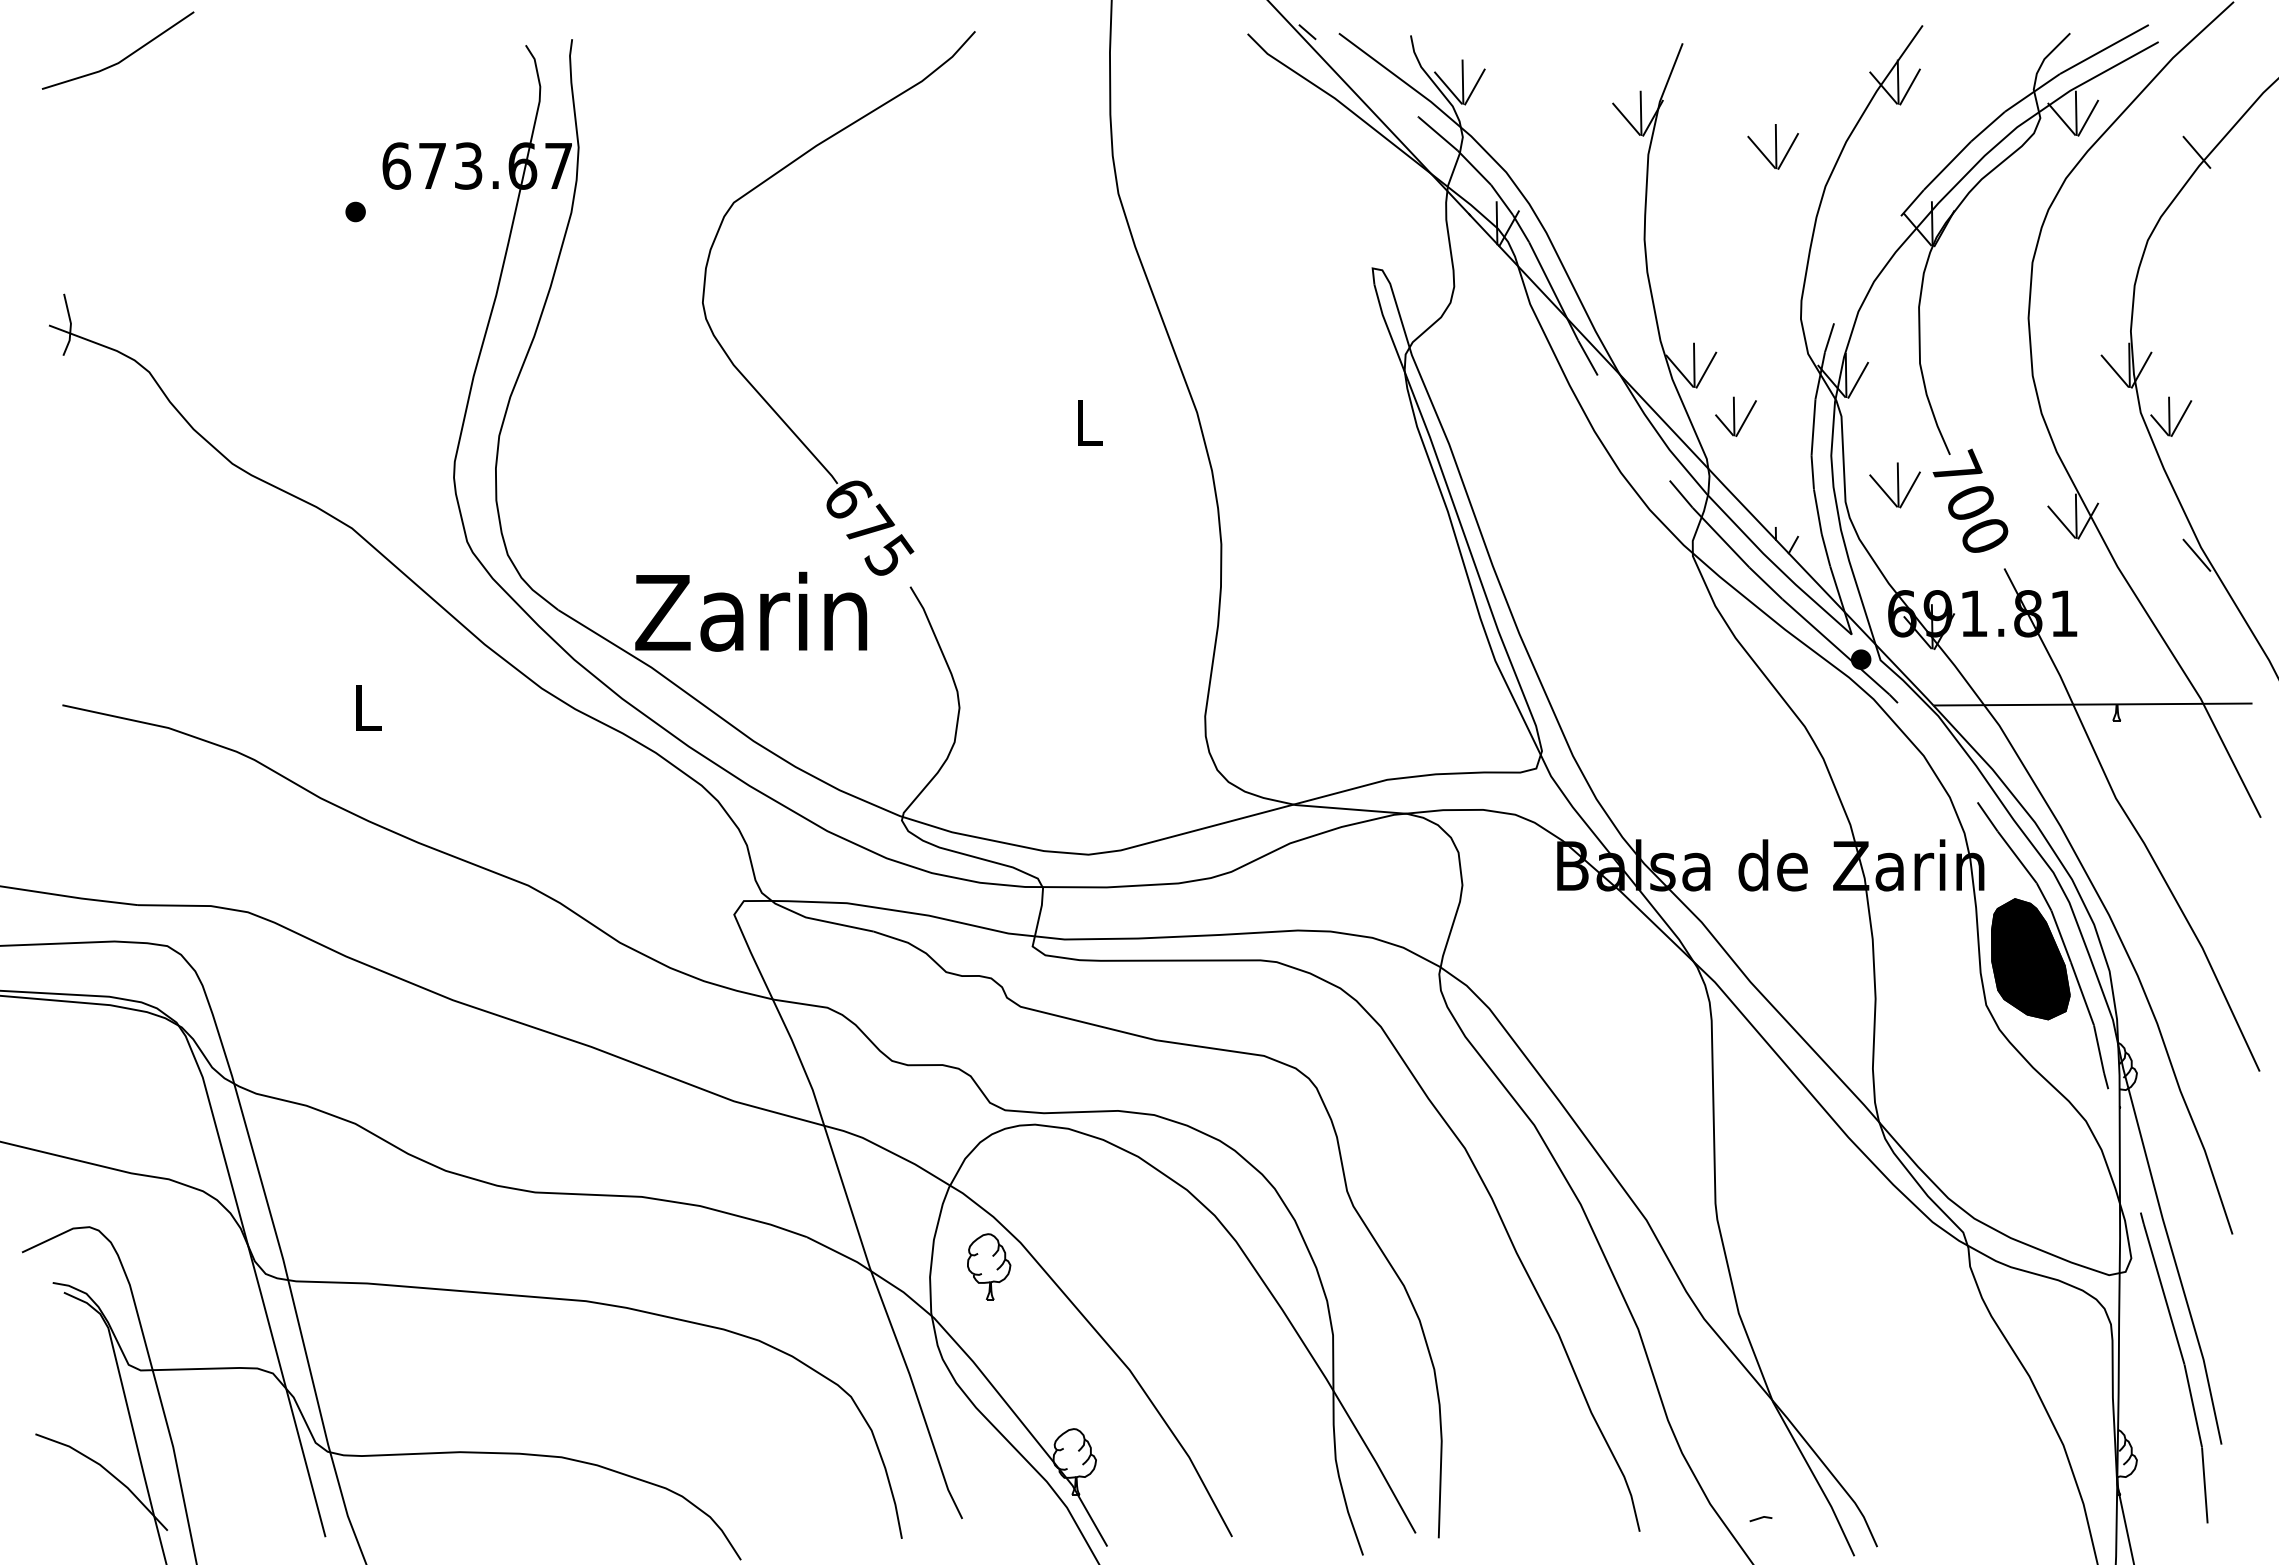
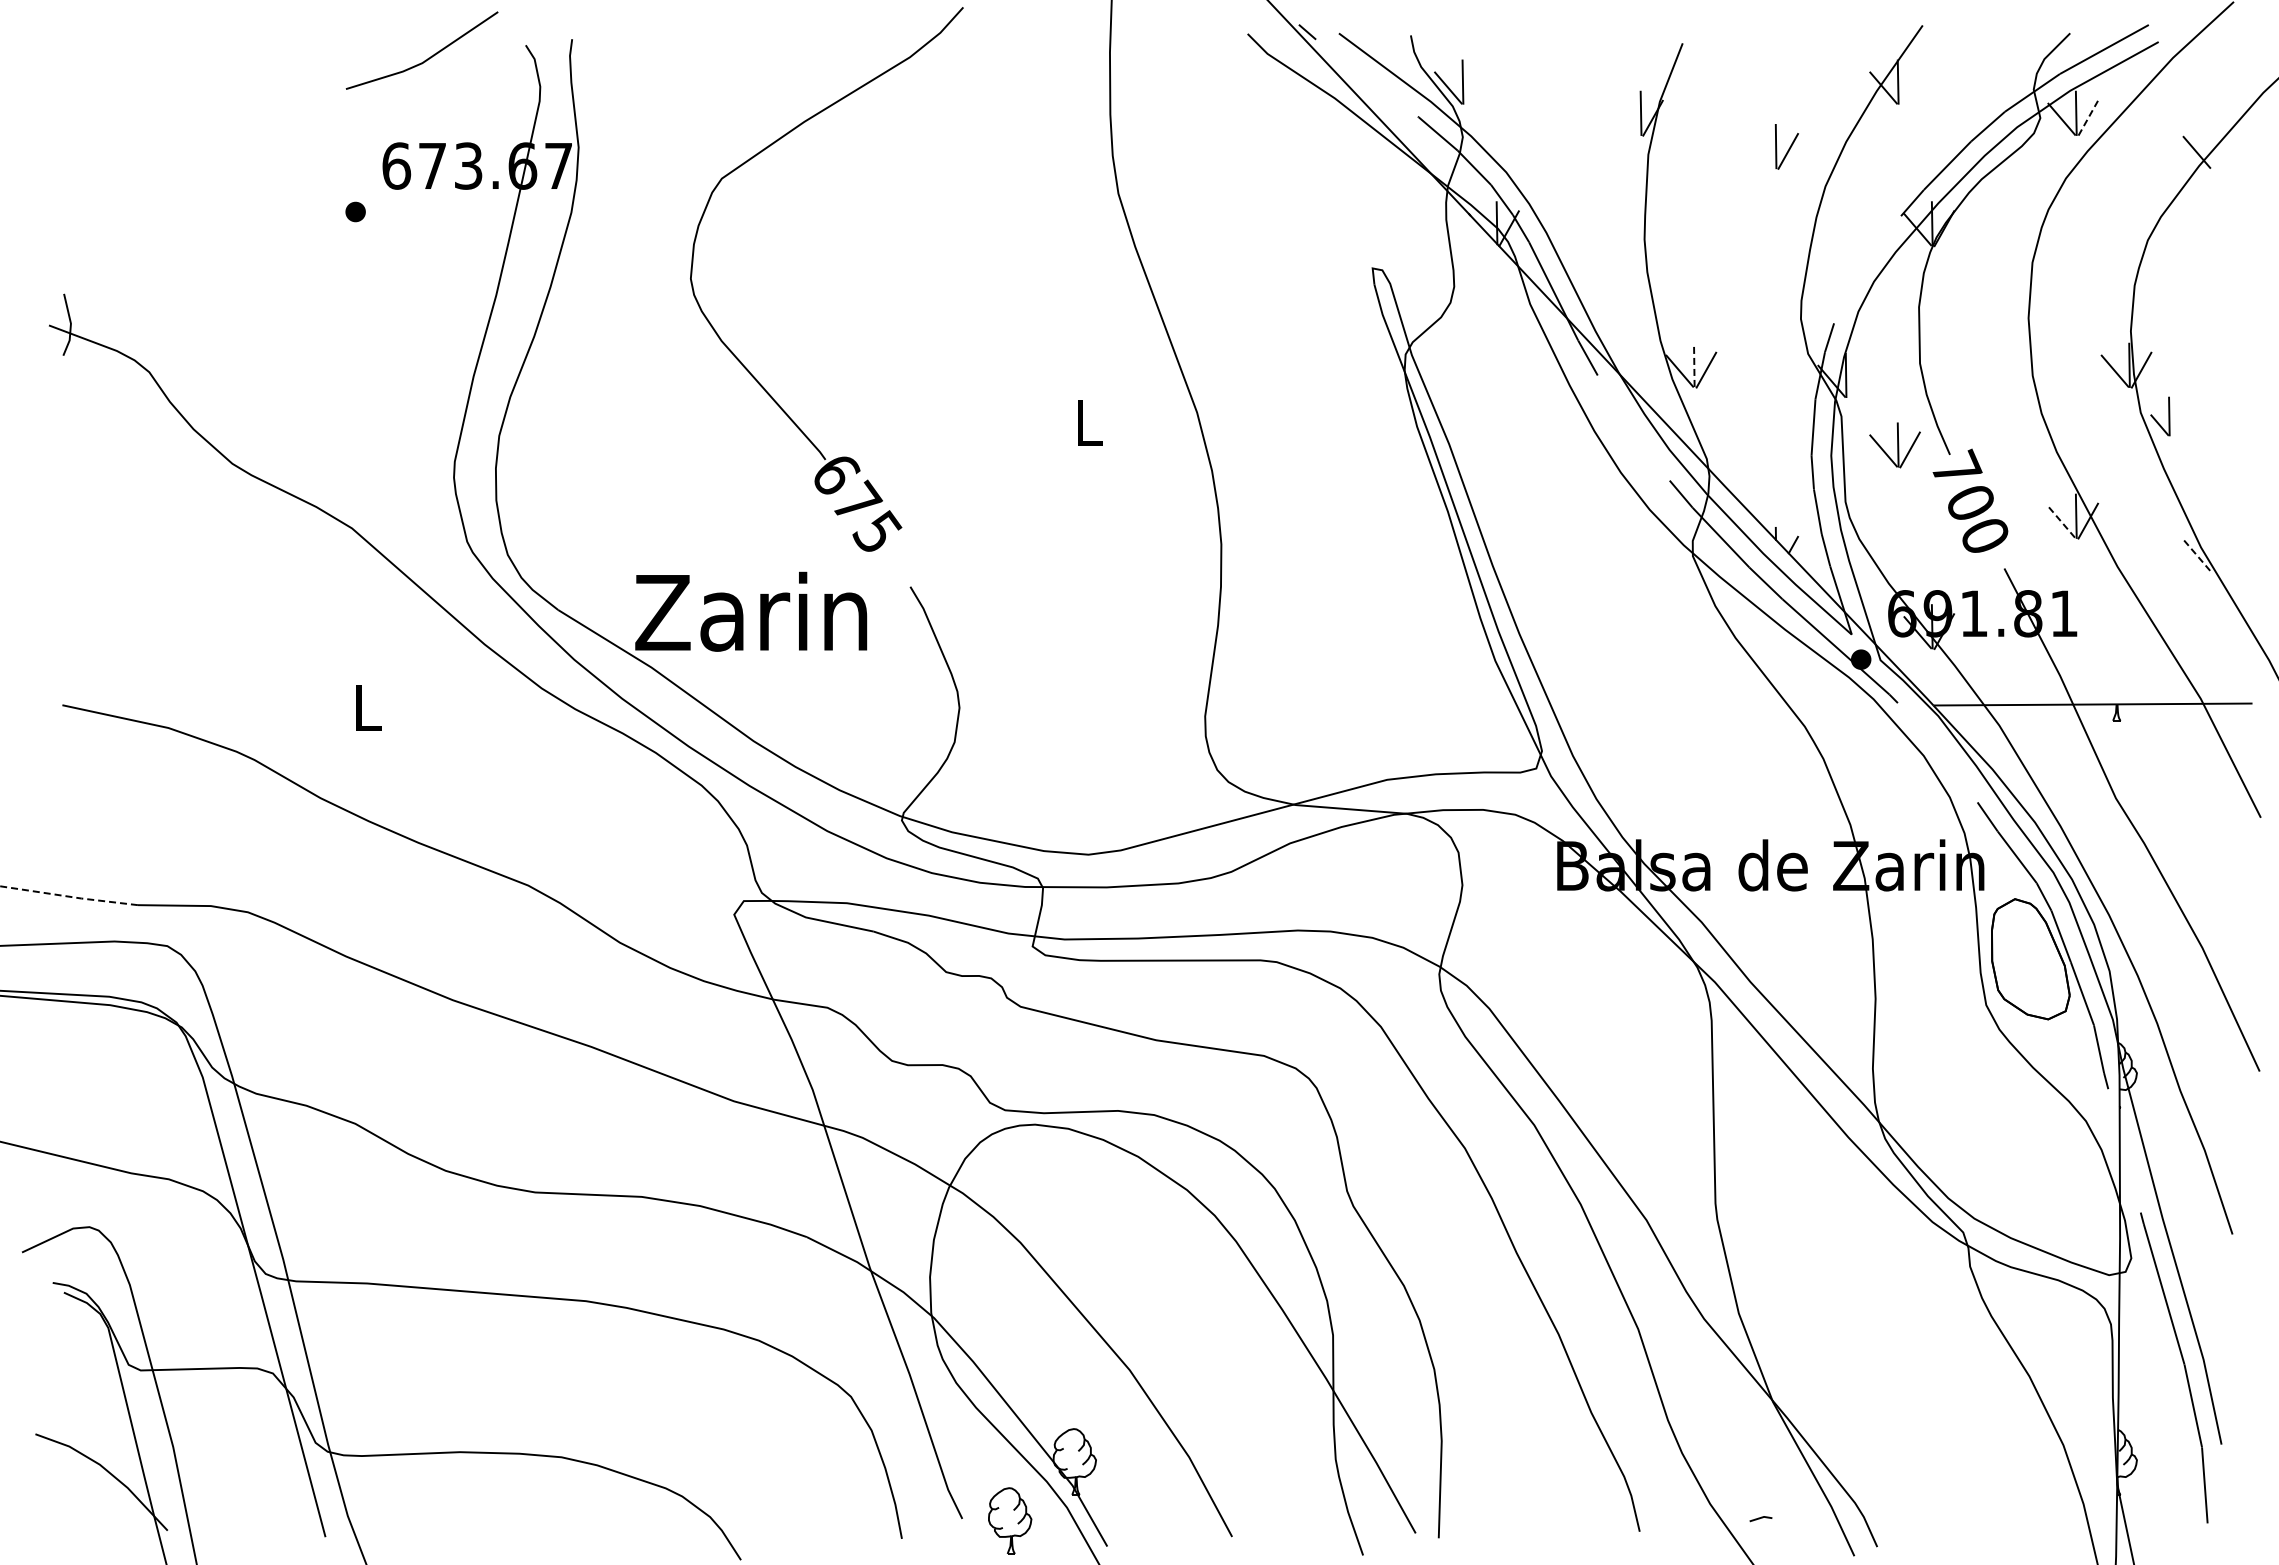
line at (121, 59) position: (121, 59) -> (425, 59)
line at (1474, 86): present -> none
line at (1909, 86): present -> none
line at (1626, 118): present -> none
line at (2088, 118): solid -> dashed
line at (1761, 151): present -> none
line at (1694, 365): solid -> dashed
line at (1858, 379): present -> none
part at (753, 385) position: (753, 385) -> (741, 361)
part at (1735, 416): present -> none
line at (2181, 418): present -> none
part at (1894, 485) position: (1894, 485) -> (1894, 445)
line at (2061, 521): solid -> dashed
line at (2196, 554): solid -> dashed
line at (69, 896): solid -> dashed
fill at (2030, 959): present -> none
part at (989, 1266) position: (989, 1266) -> (1010, 1520)
